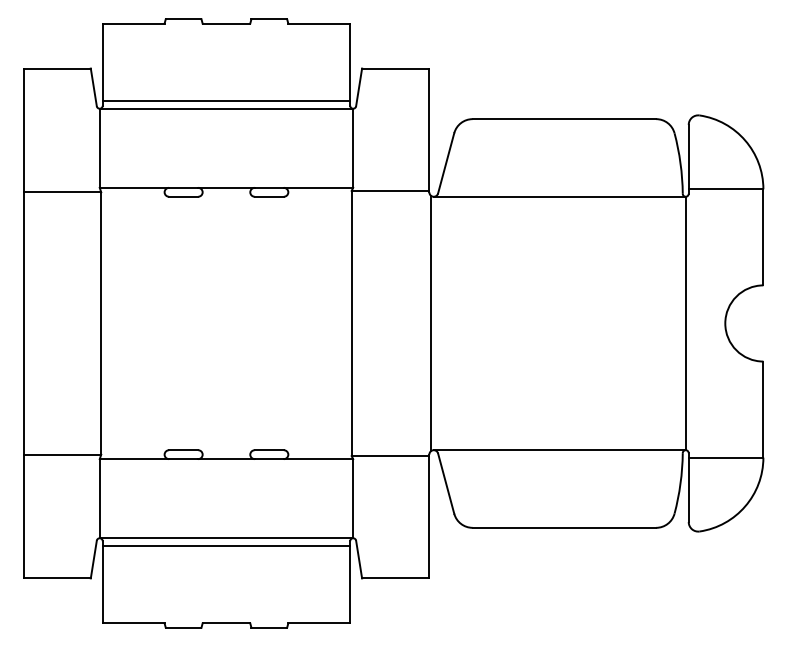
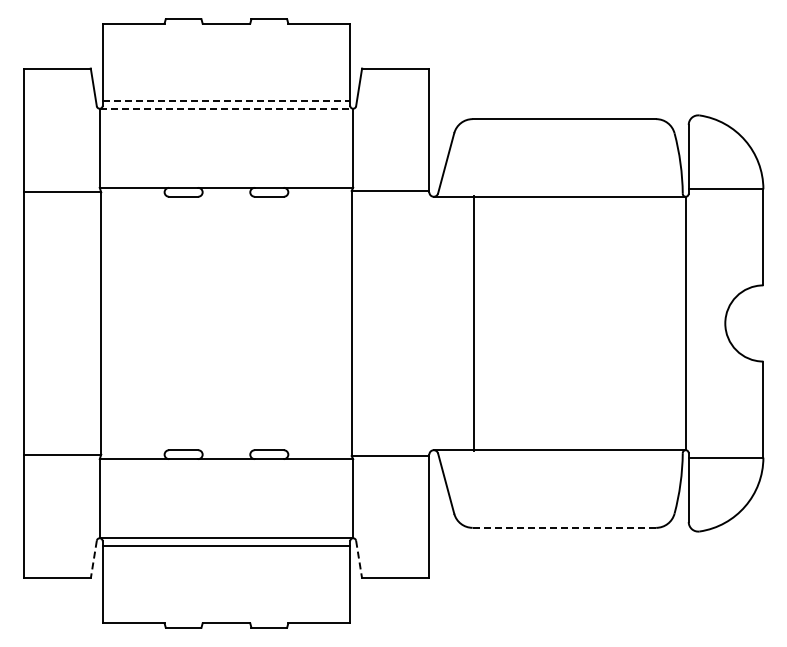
line at (226, 101): solid -> dashed
line at (226, 108): solid -> dashed
line at (430, 323) position: (430, 323) -> (473, 323)
line at (564, 527): solid -> dashed
line at (93, 560): solid -> dashed
line at (359, 560): solid -> dashed
